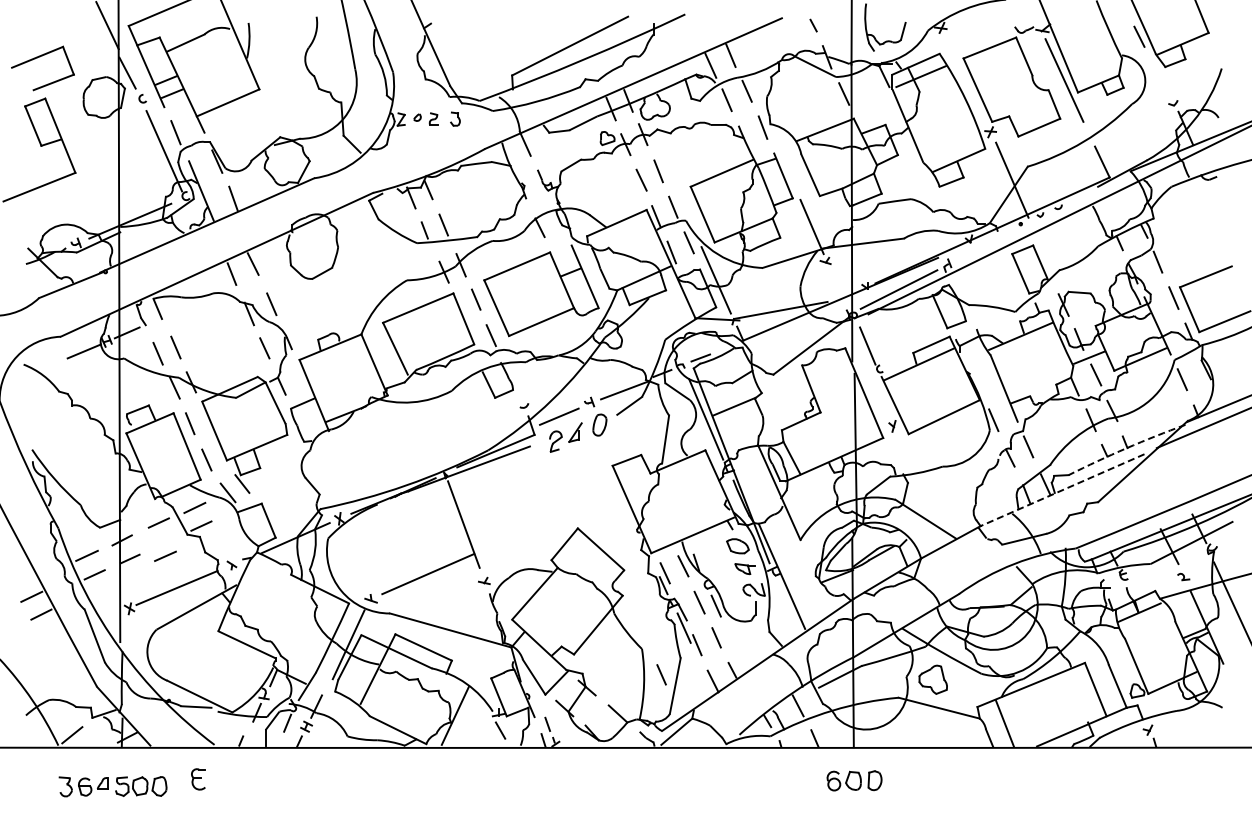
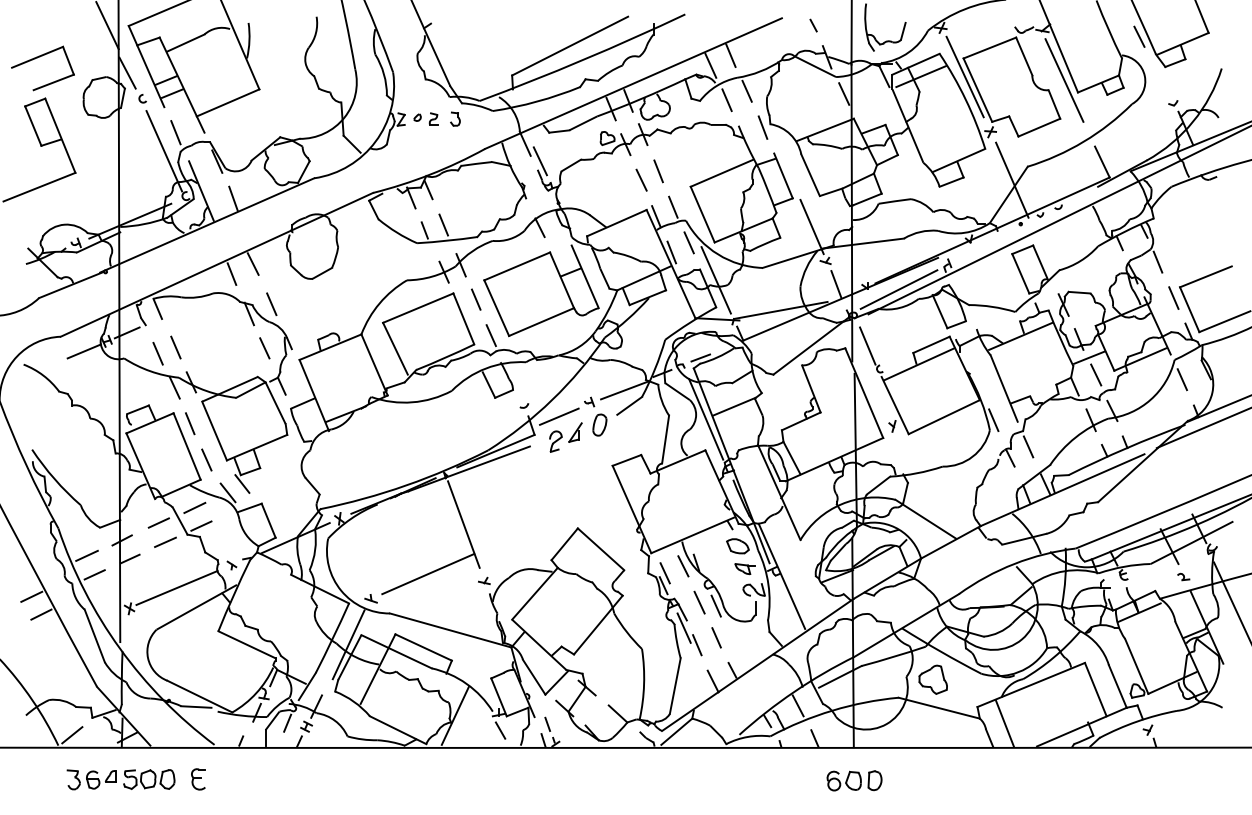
line at (964, 76): none -> present
line at (539, 161): none -> present
line at (836, 284): none -> present
arc at (1126, 448): dashed -> solid
line at (1062, 490): dashed -> solid
line at (165, 555) position: (165, 555) -> (165, 541)
line at (661, 674): present -> none
part at (112, 786) position: (112, 786) -> (120, 779)
